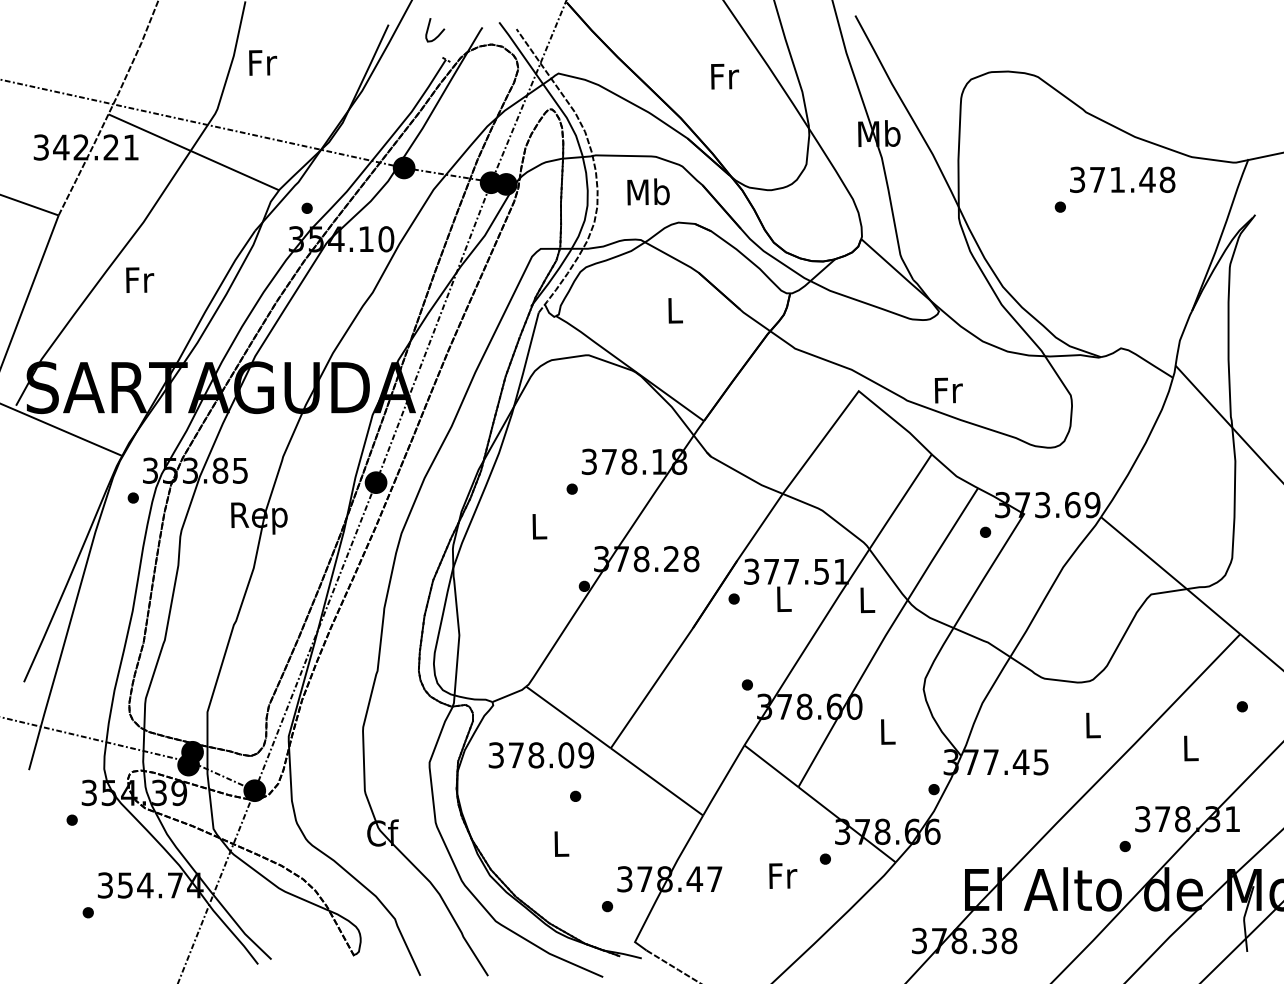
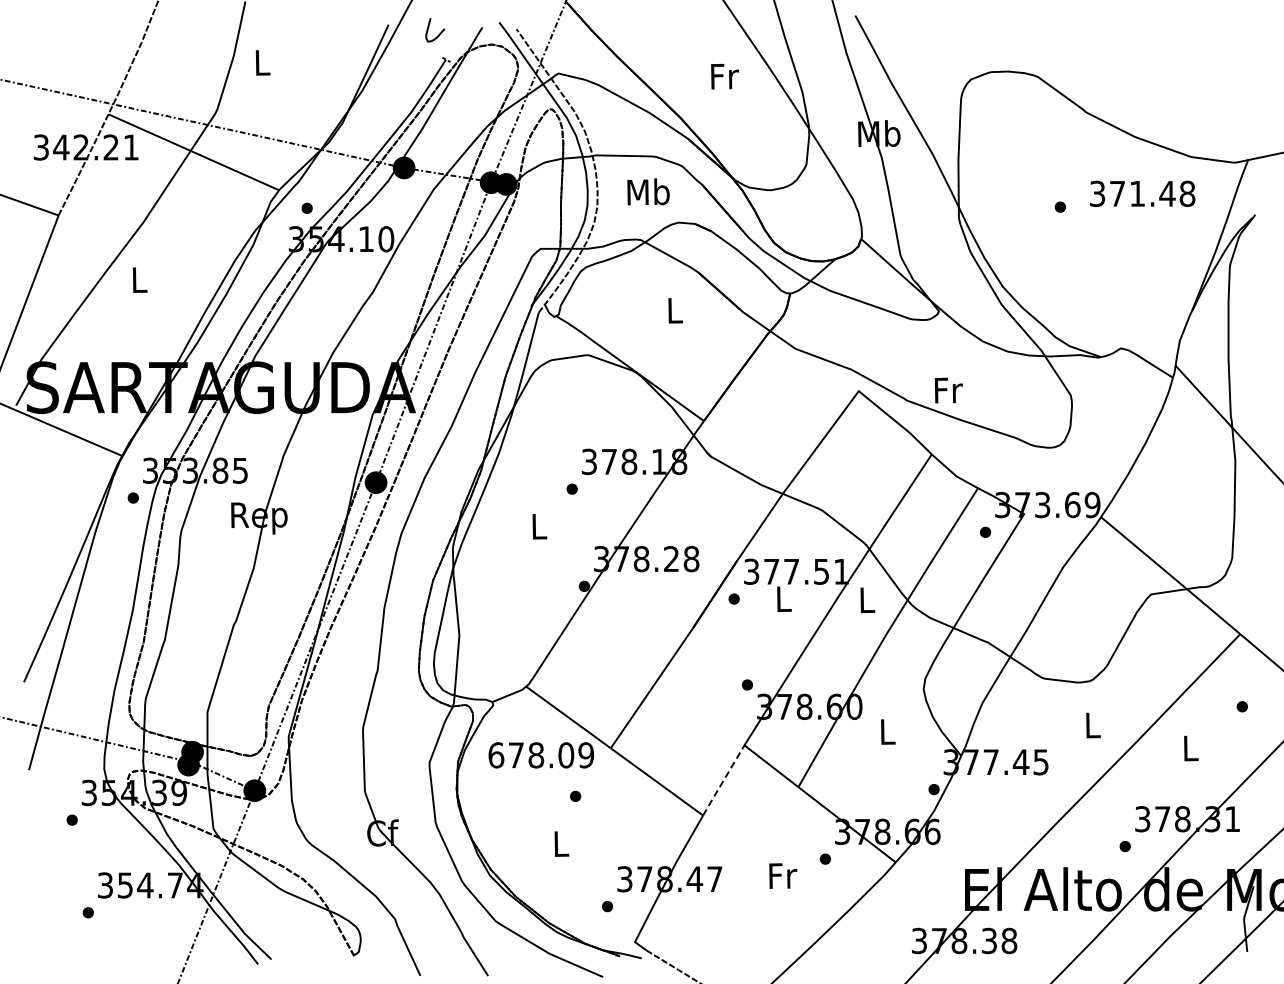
text at (263, 62): Fr -> L
text at (1122, 179) position: (1122, 179) -> (1142, 193)
text at (140, 279): Fr -> L
text at (496, 755): 378.09 -> 678.09
line at (723, 780): solid -> dashed
